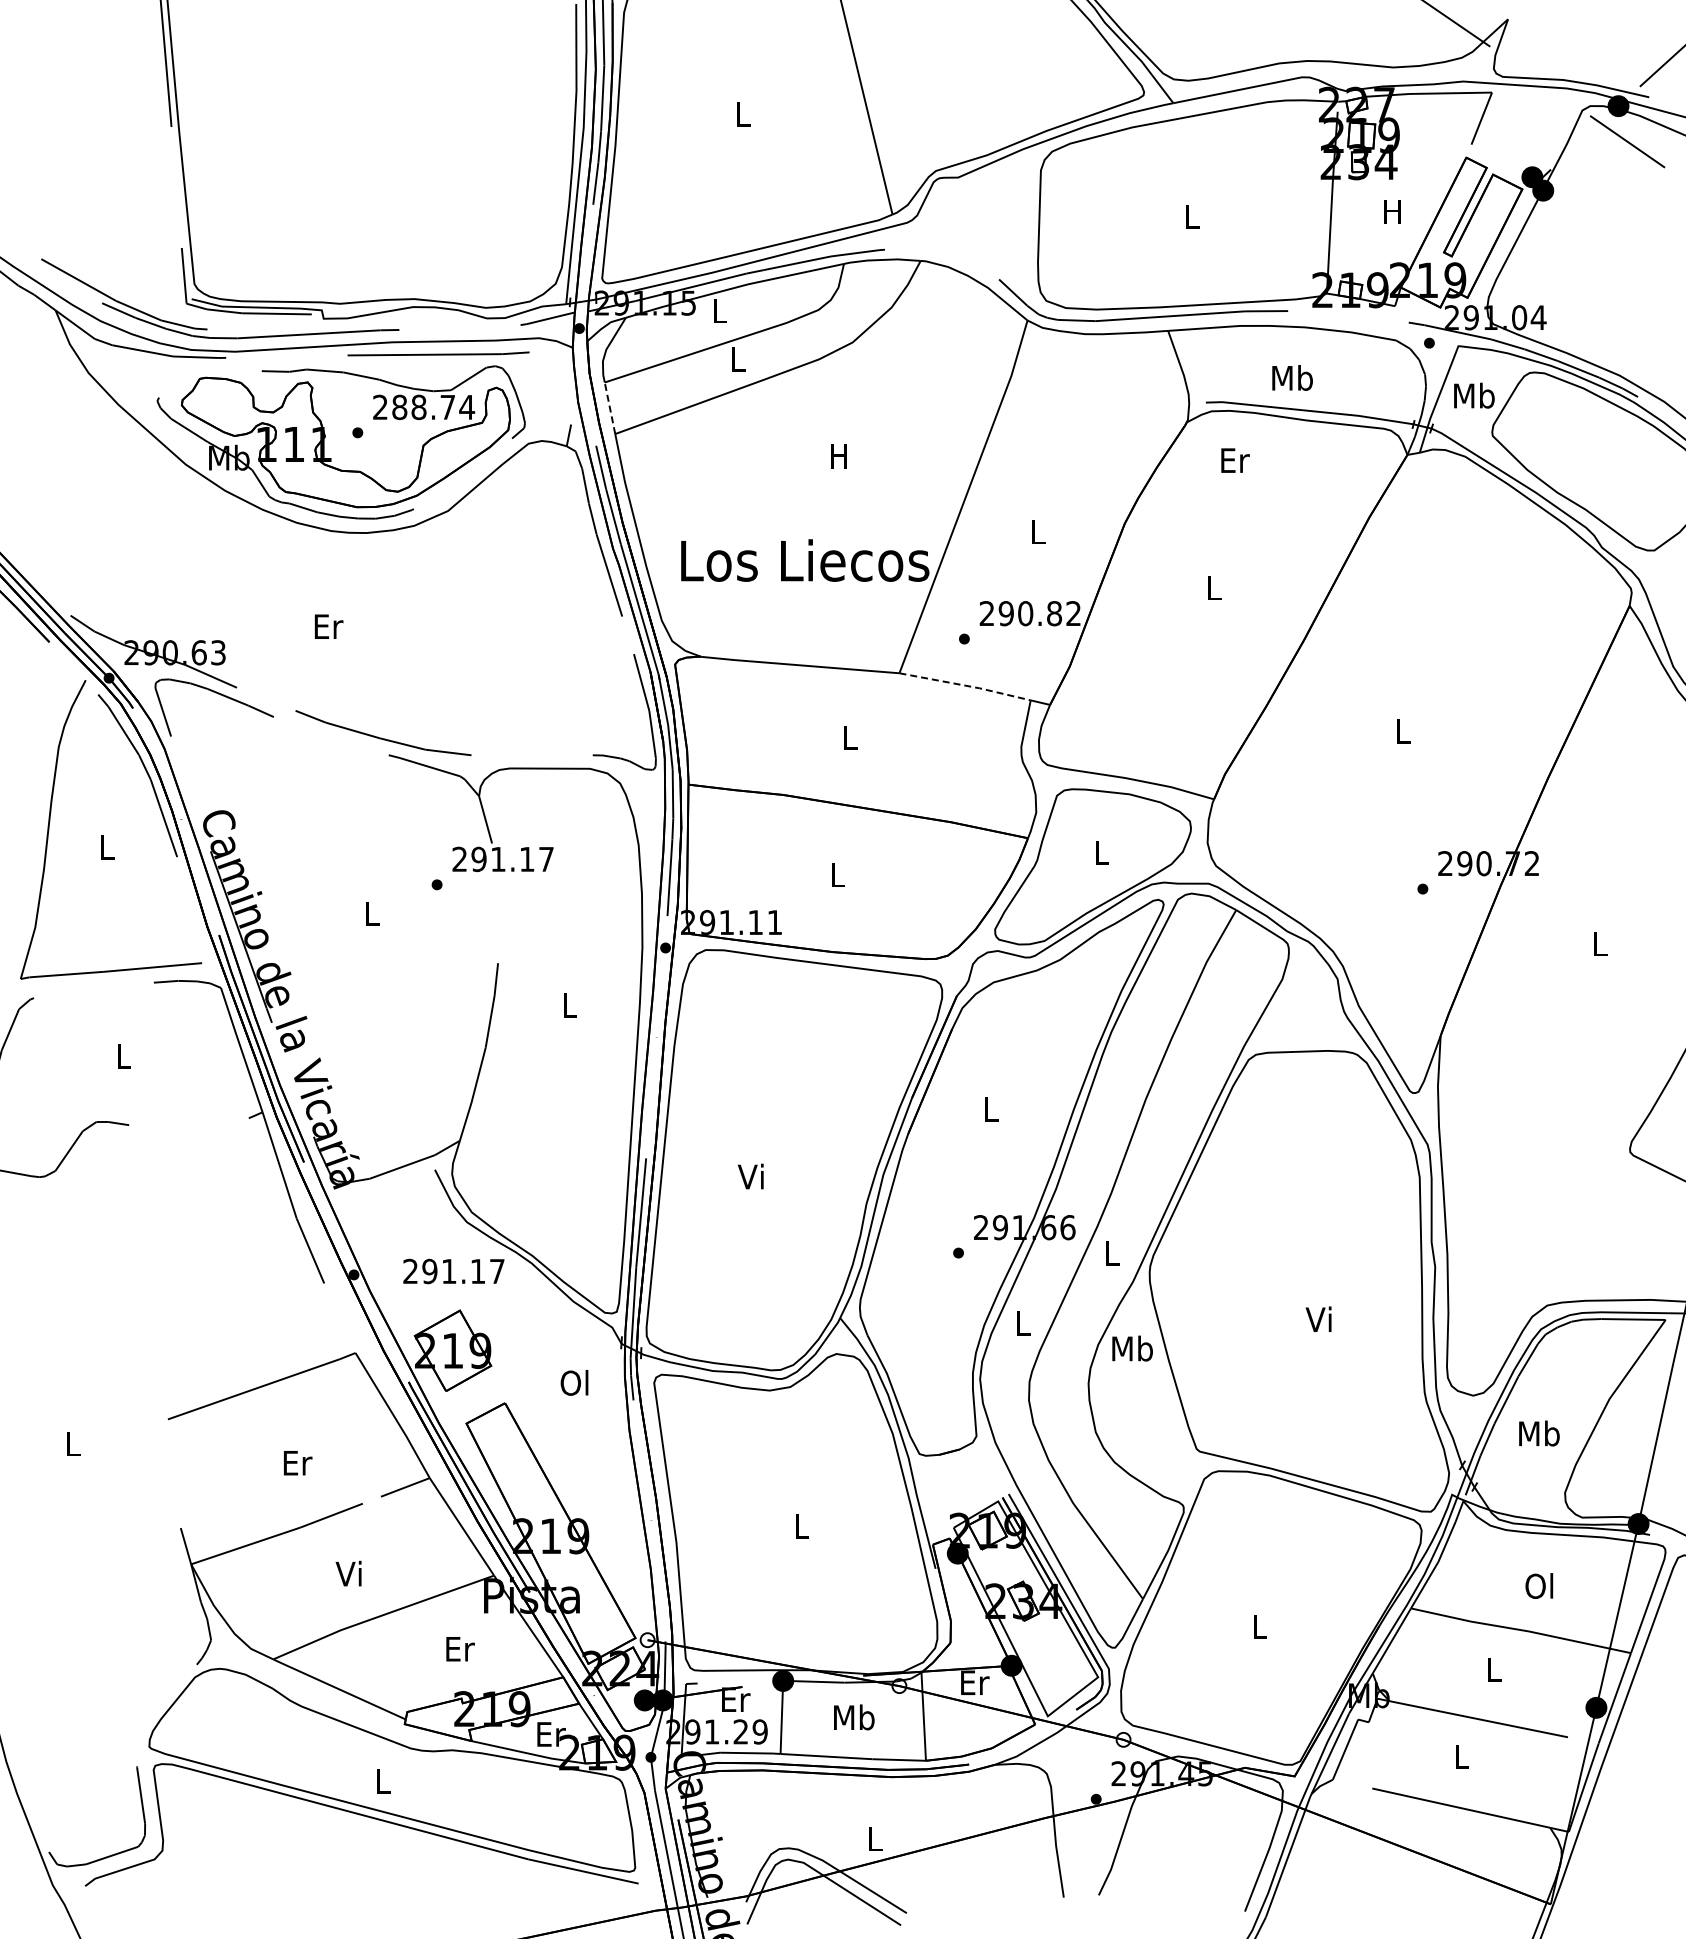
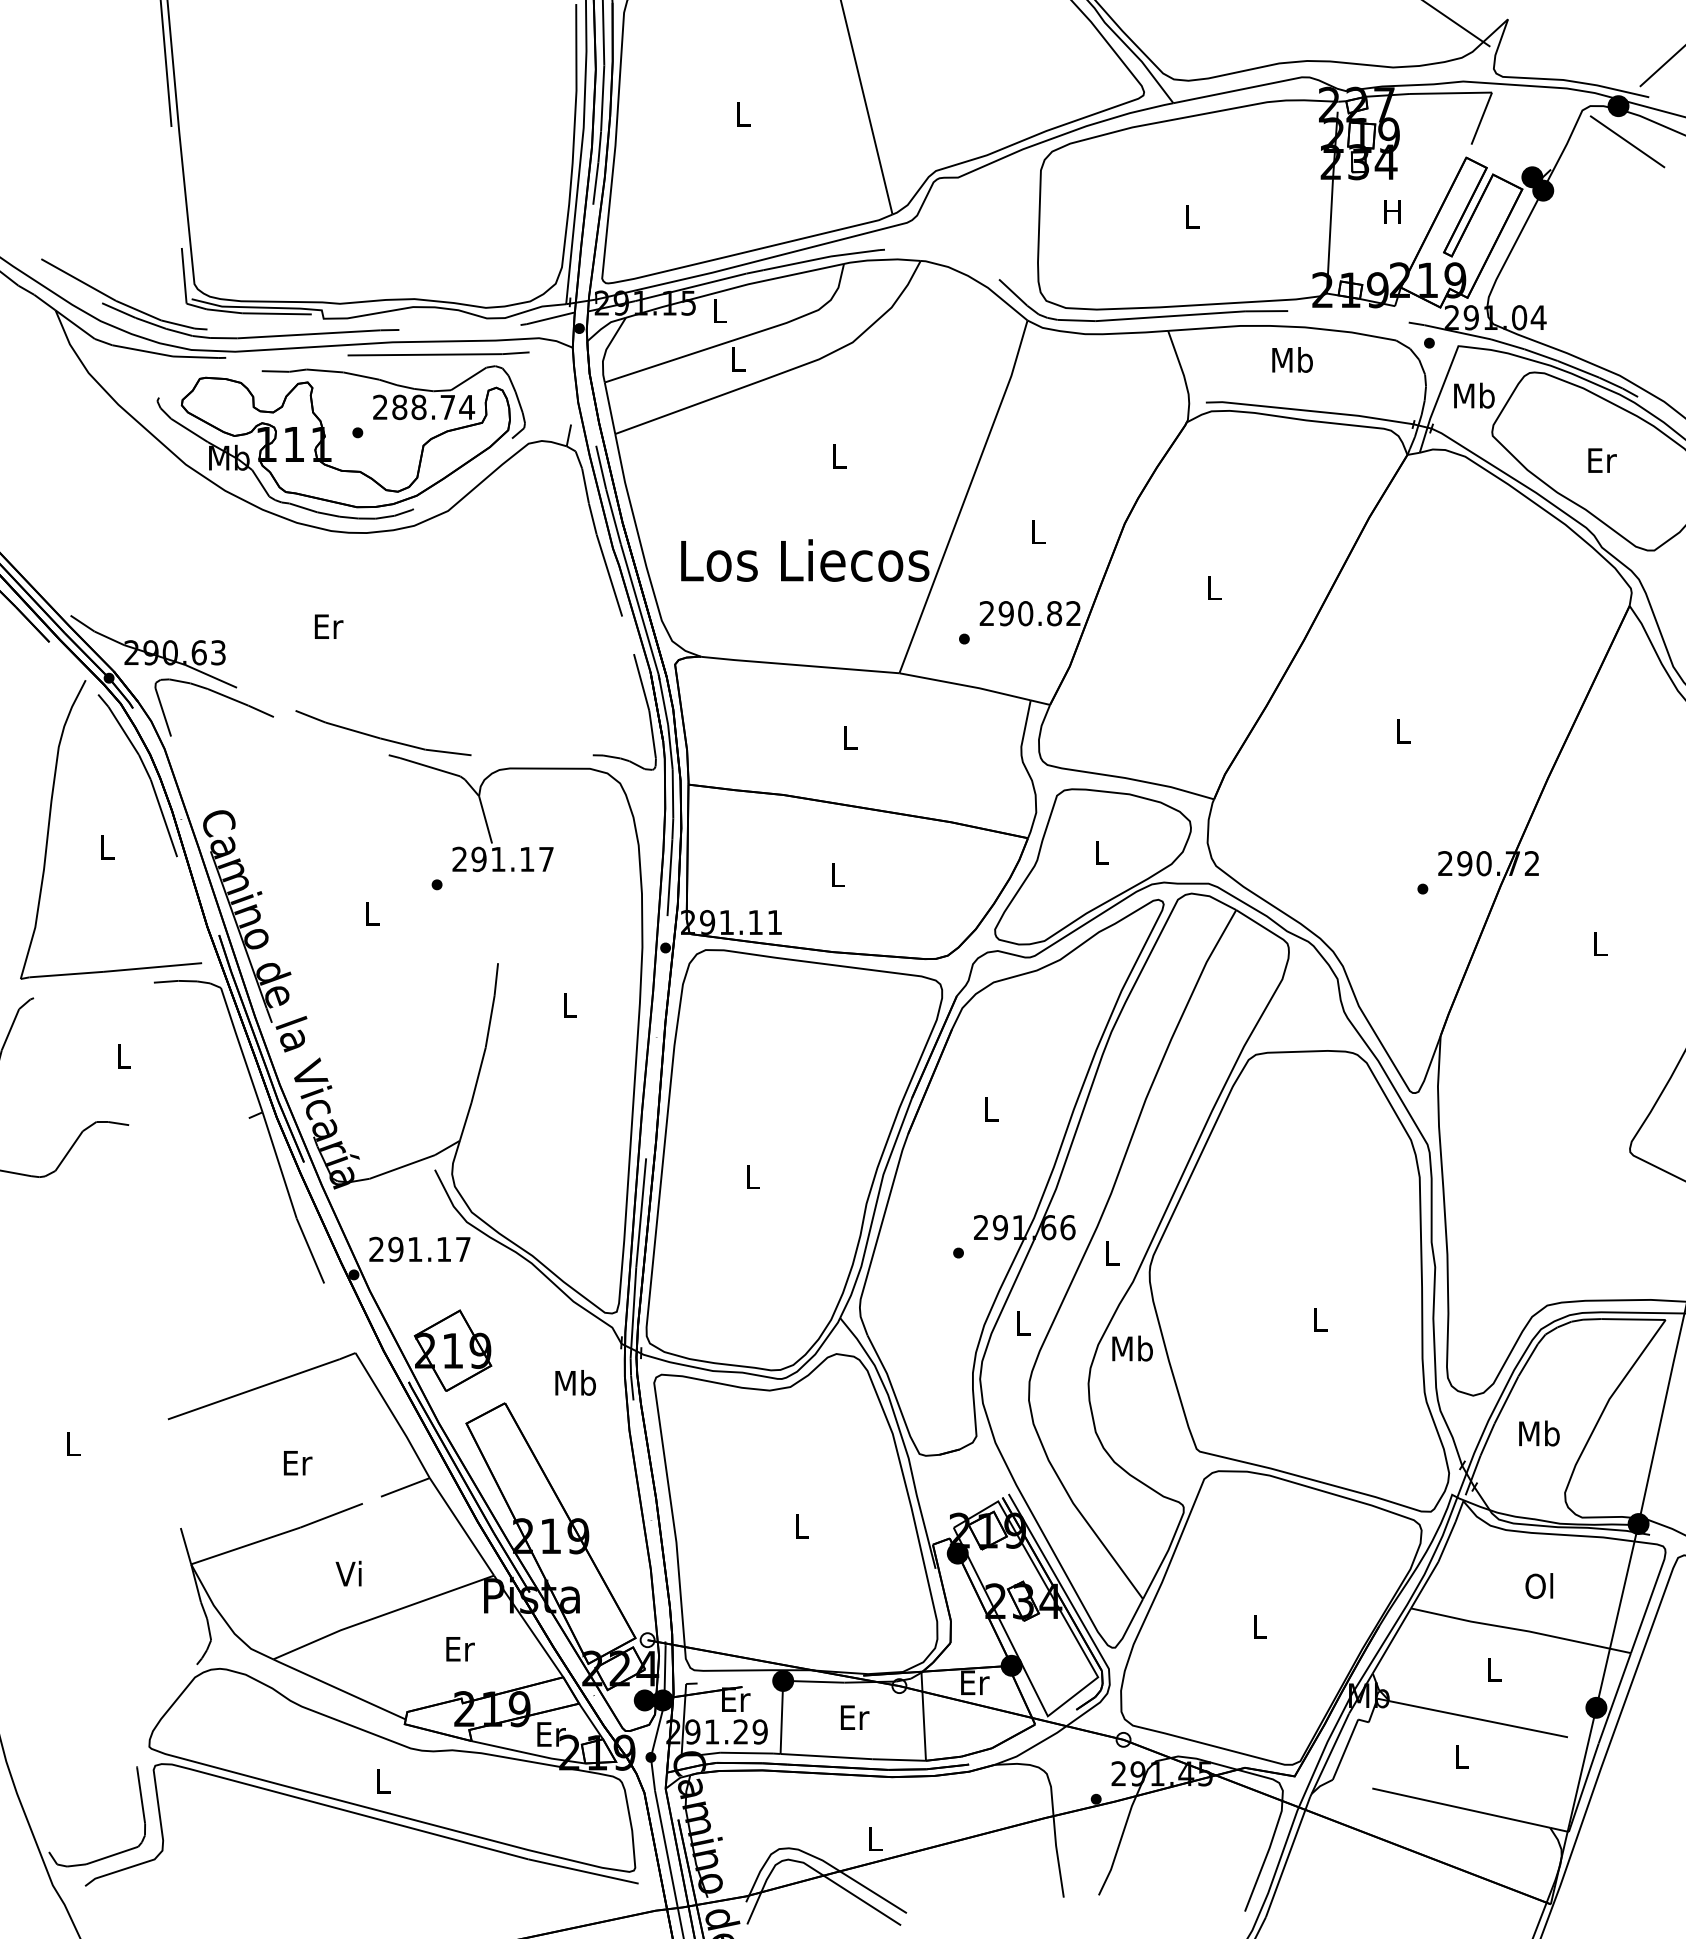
text at (1292, 377) position: (1292, 377) -> (1292, 359)
line at (609, 407): dashed -> solid
text at (838, 456): H -> L
text at (1235, 460) position: (1235, 460) -> (1602, 460)
line at (965, 685): dashed -> solid
text at (750, 1176): Vi -> L
text at (453, 1271) position: (453, 1271) -> (419, 1249)
text at (1318, 1318): Vi -> L
text at (575, 1382): Ol -> Mb
text at (854, 1717): Mb -> Er
